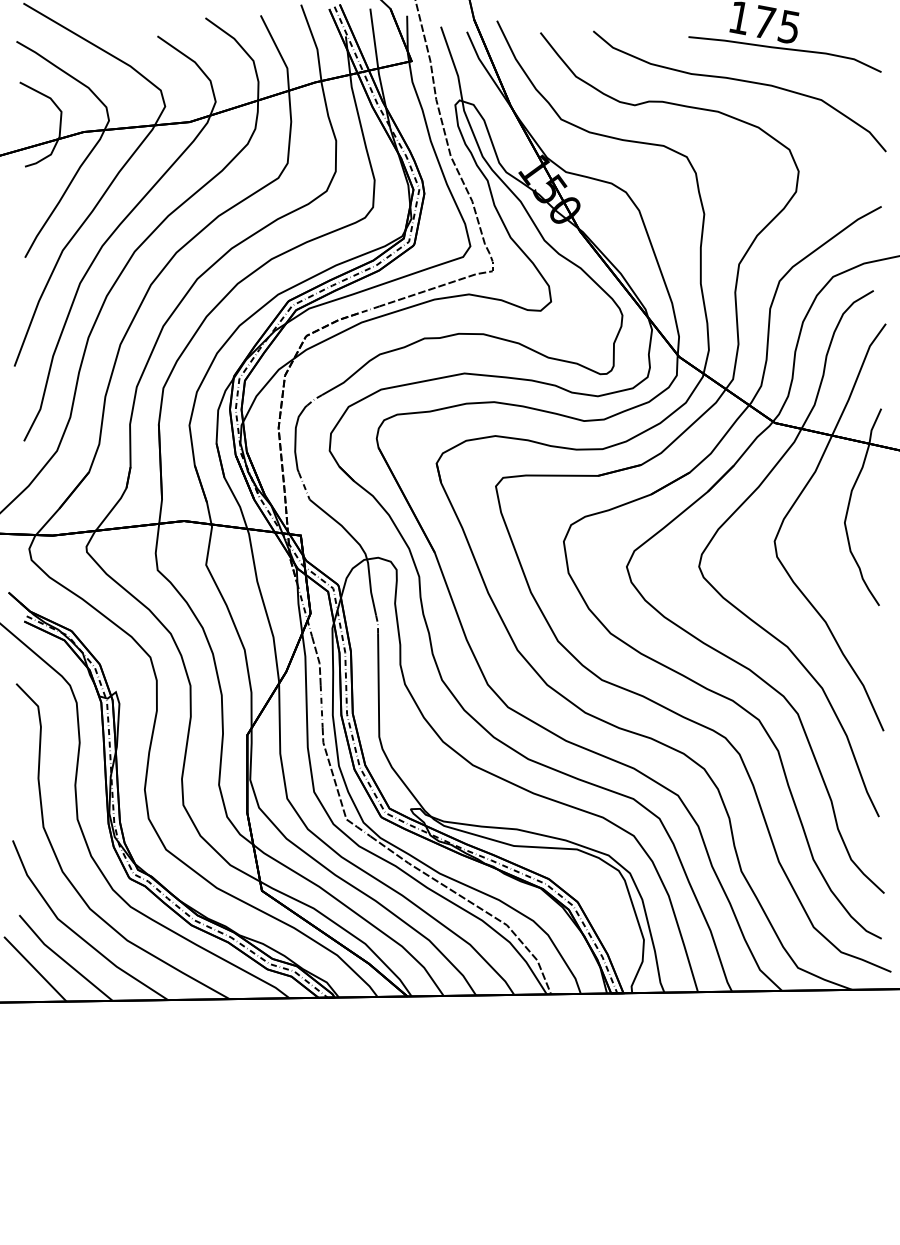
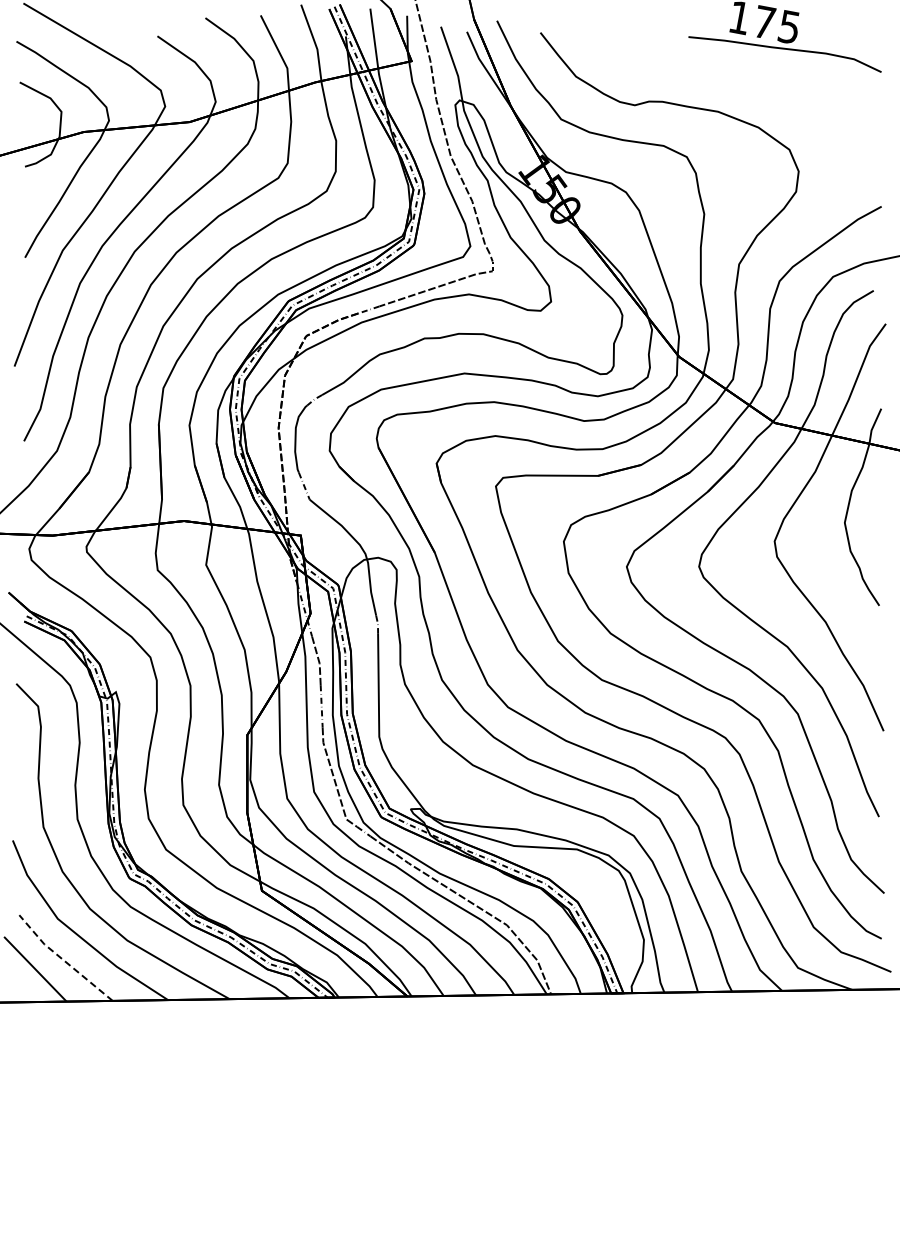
curve at (740, 81): present -> none
line at (62, 959): solid -> dashed
